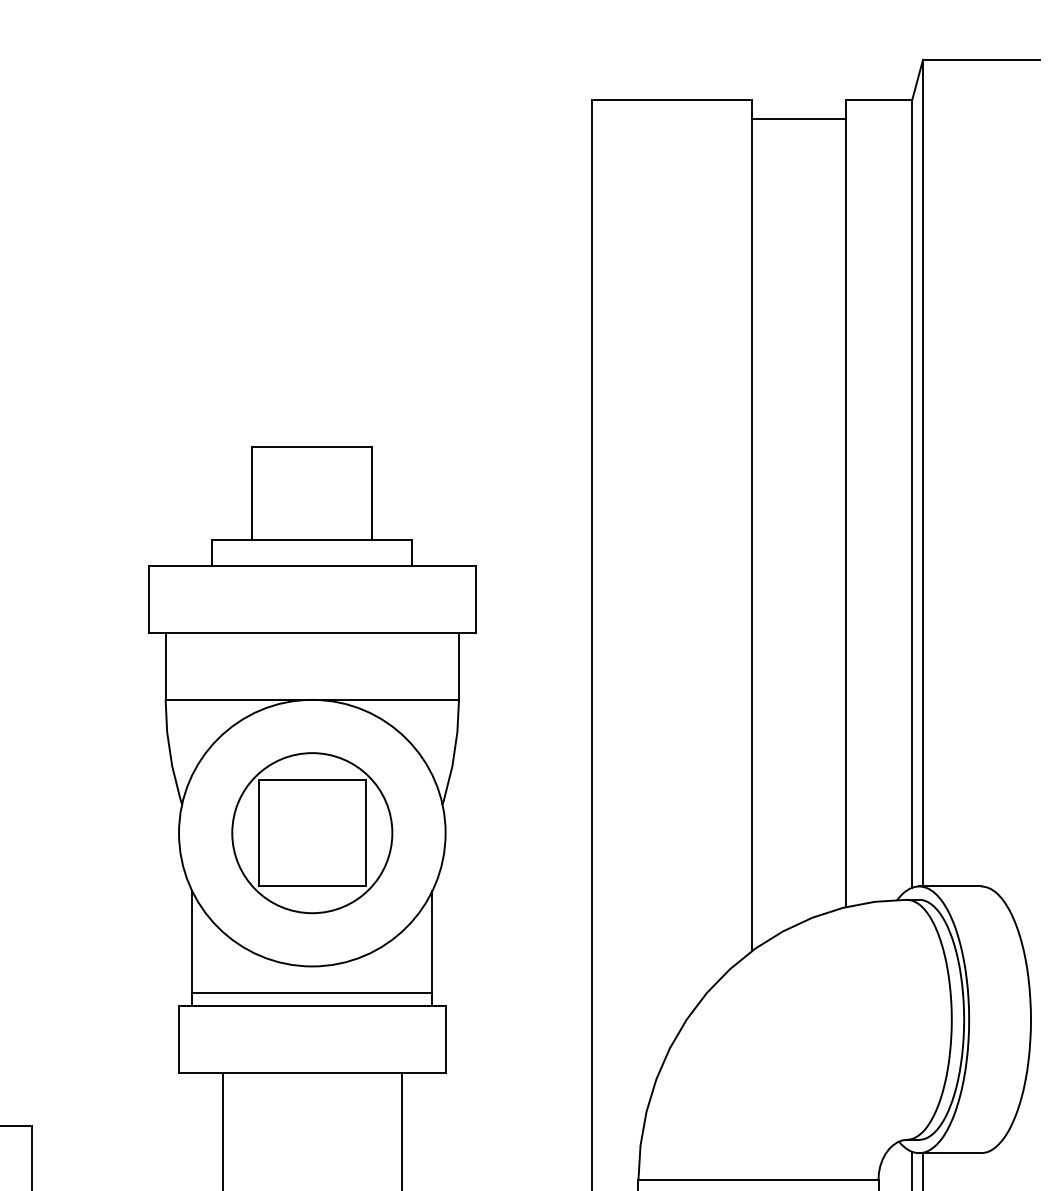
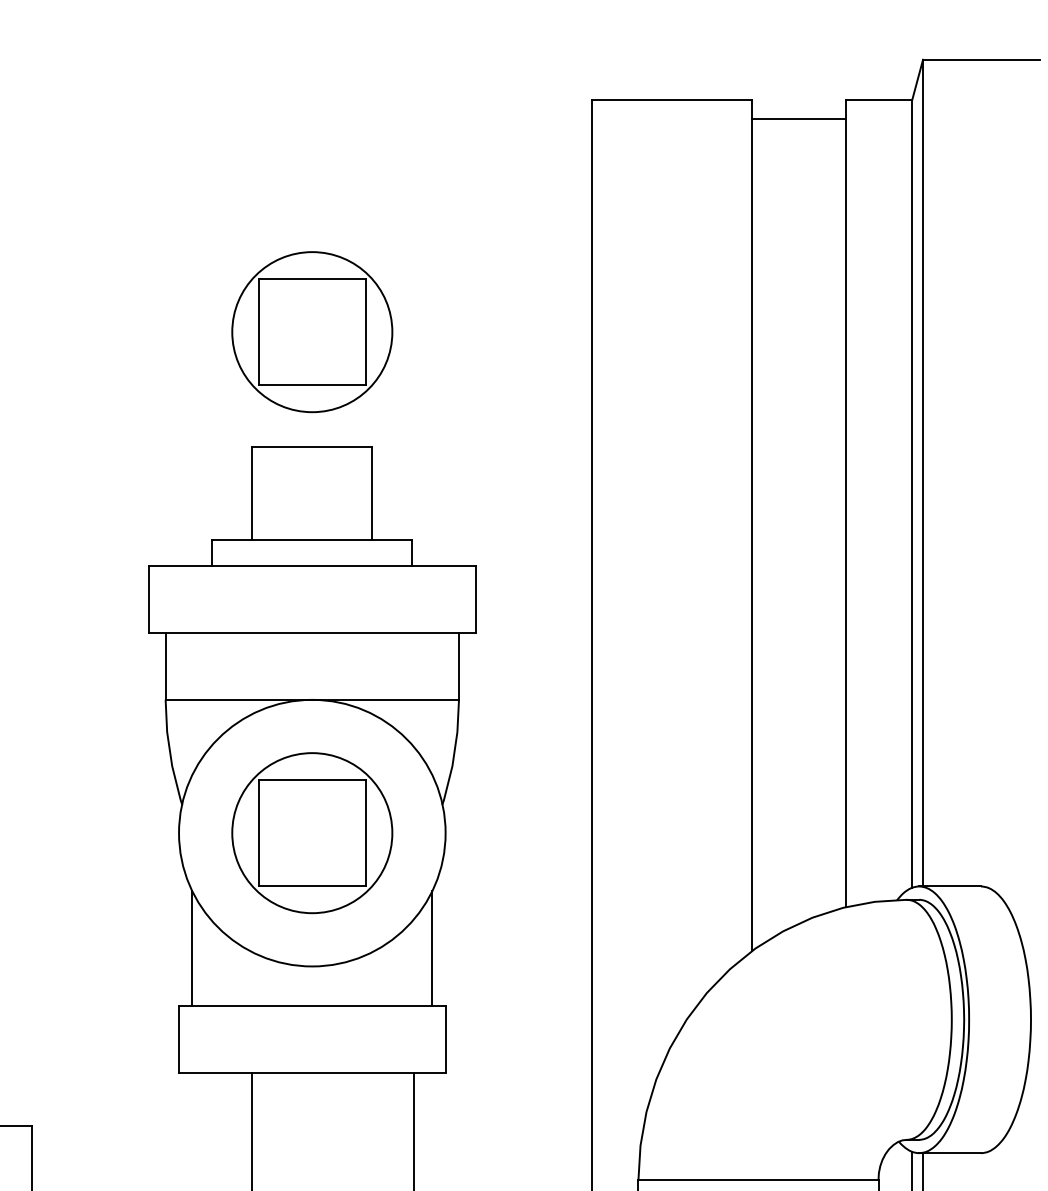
part at (312, 332): none -> present
line at (312, 993): present -> none
line at (222, 1130) position: (222, 1130) -> (251, 1130)
line at (401, 1130) position: (401, 1130) -> (413, 1130)
